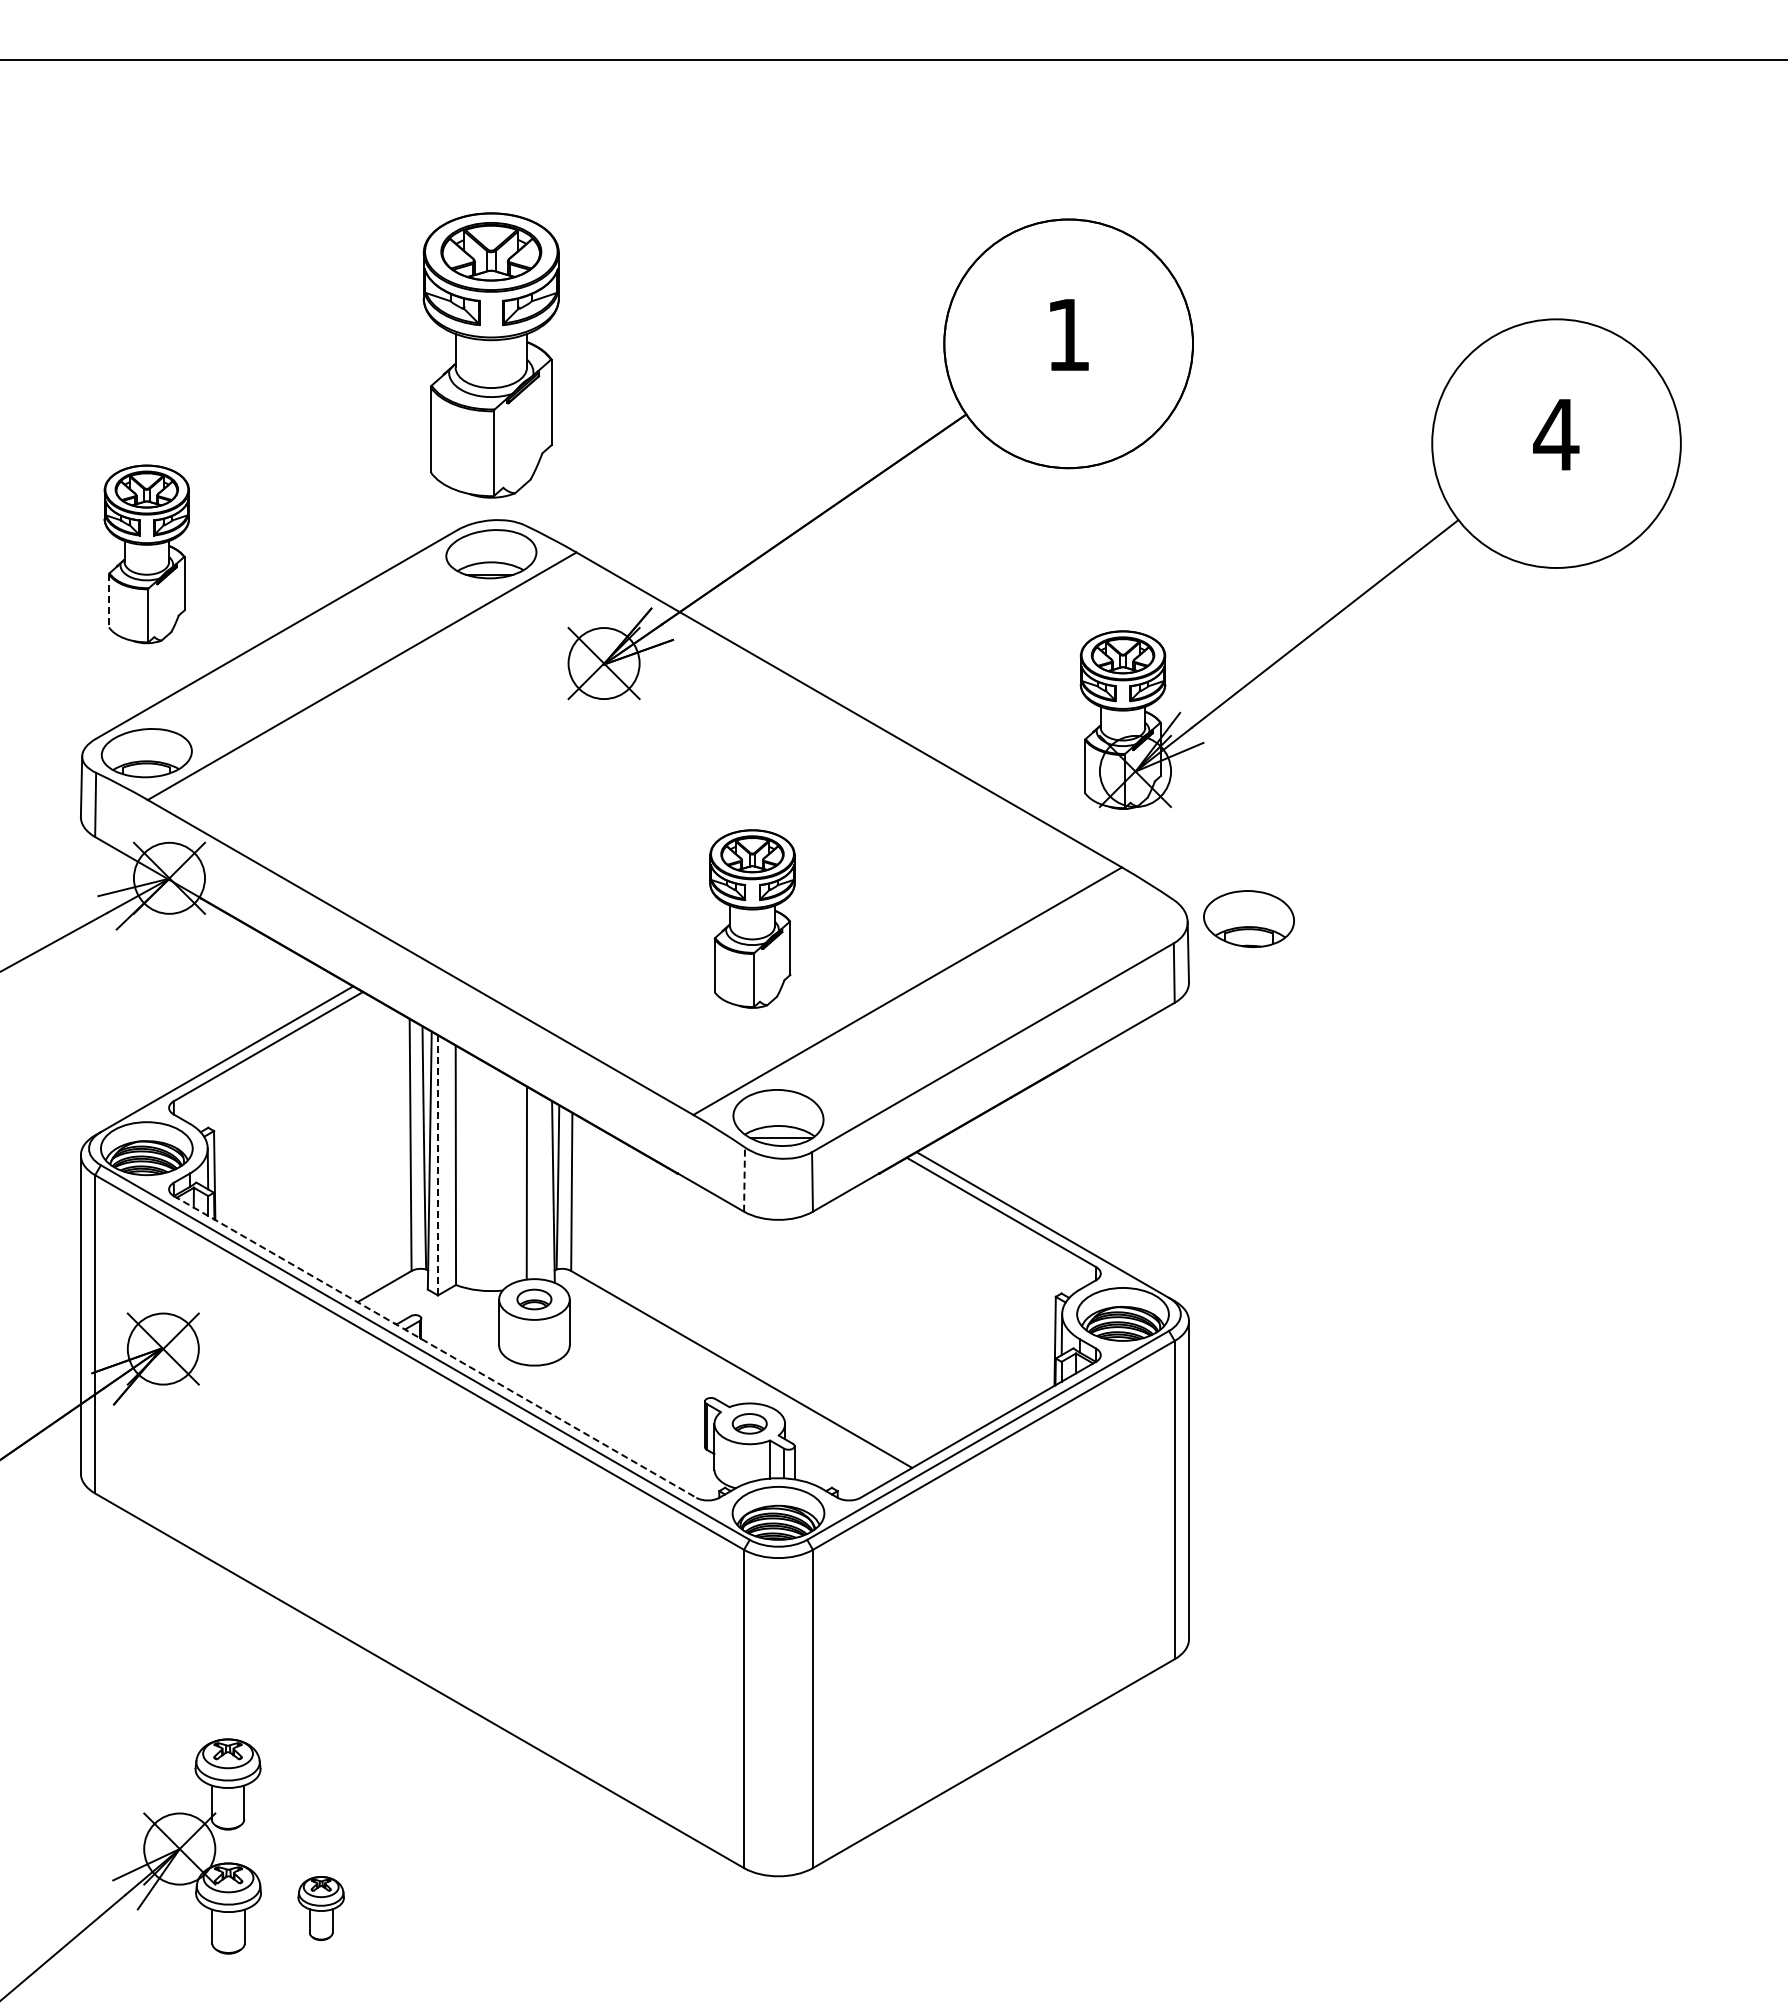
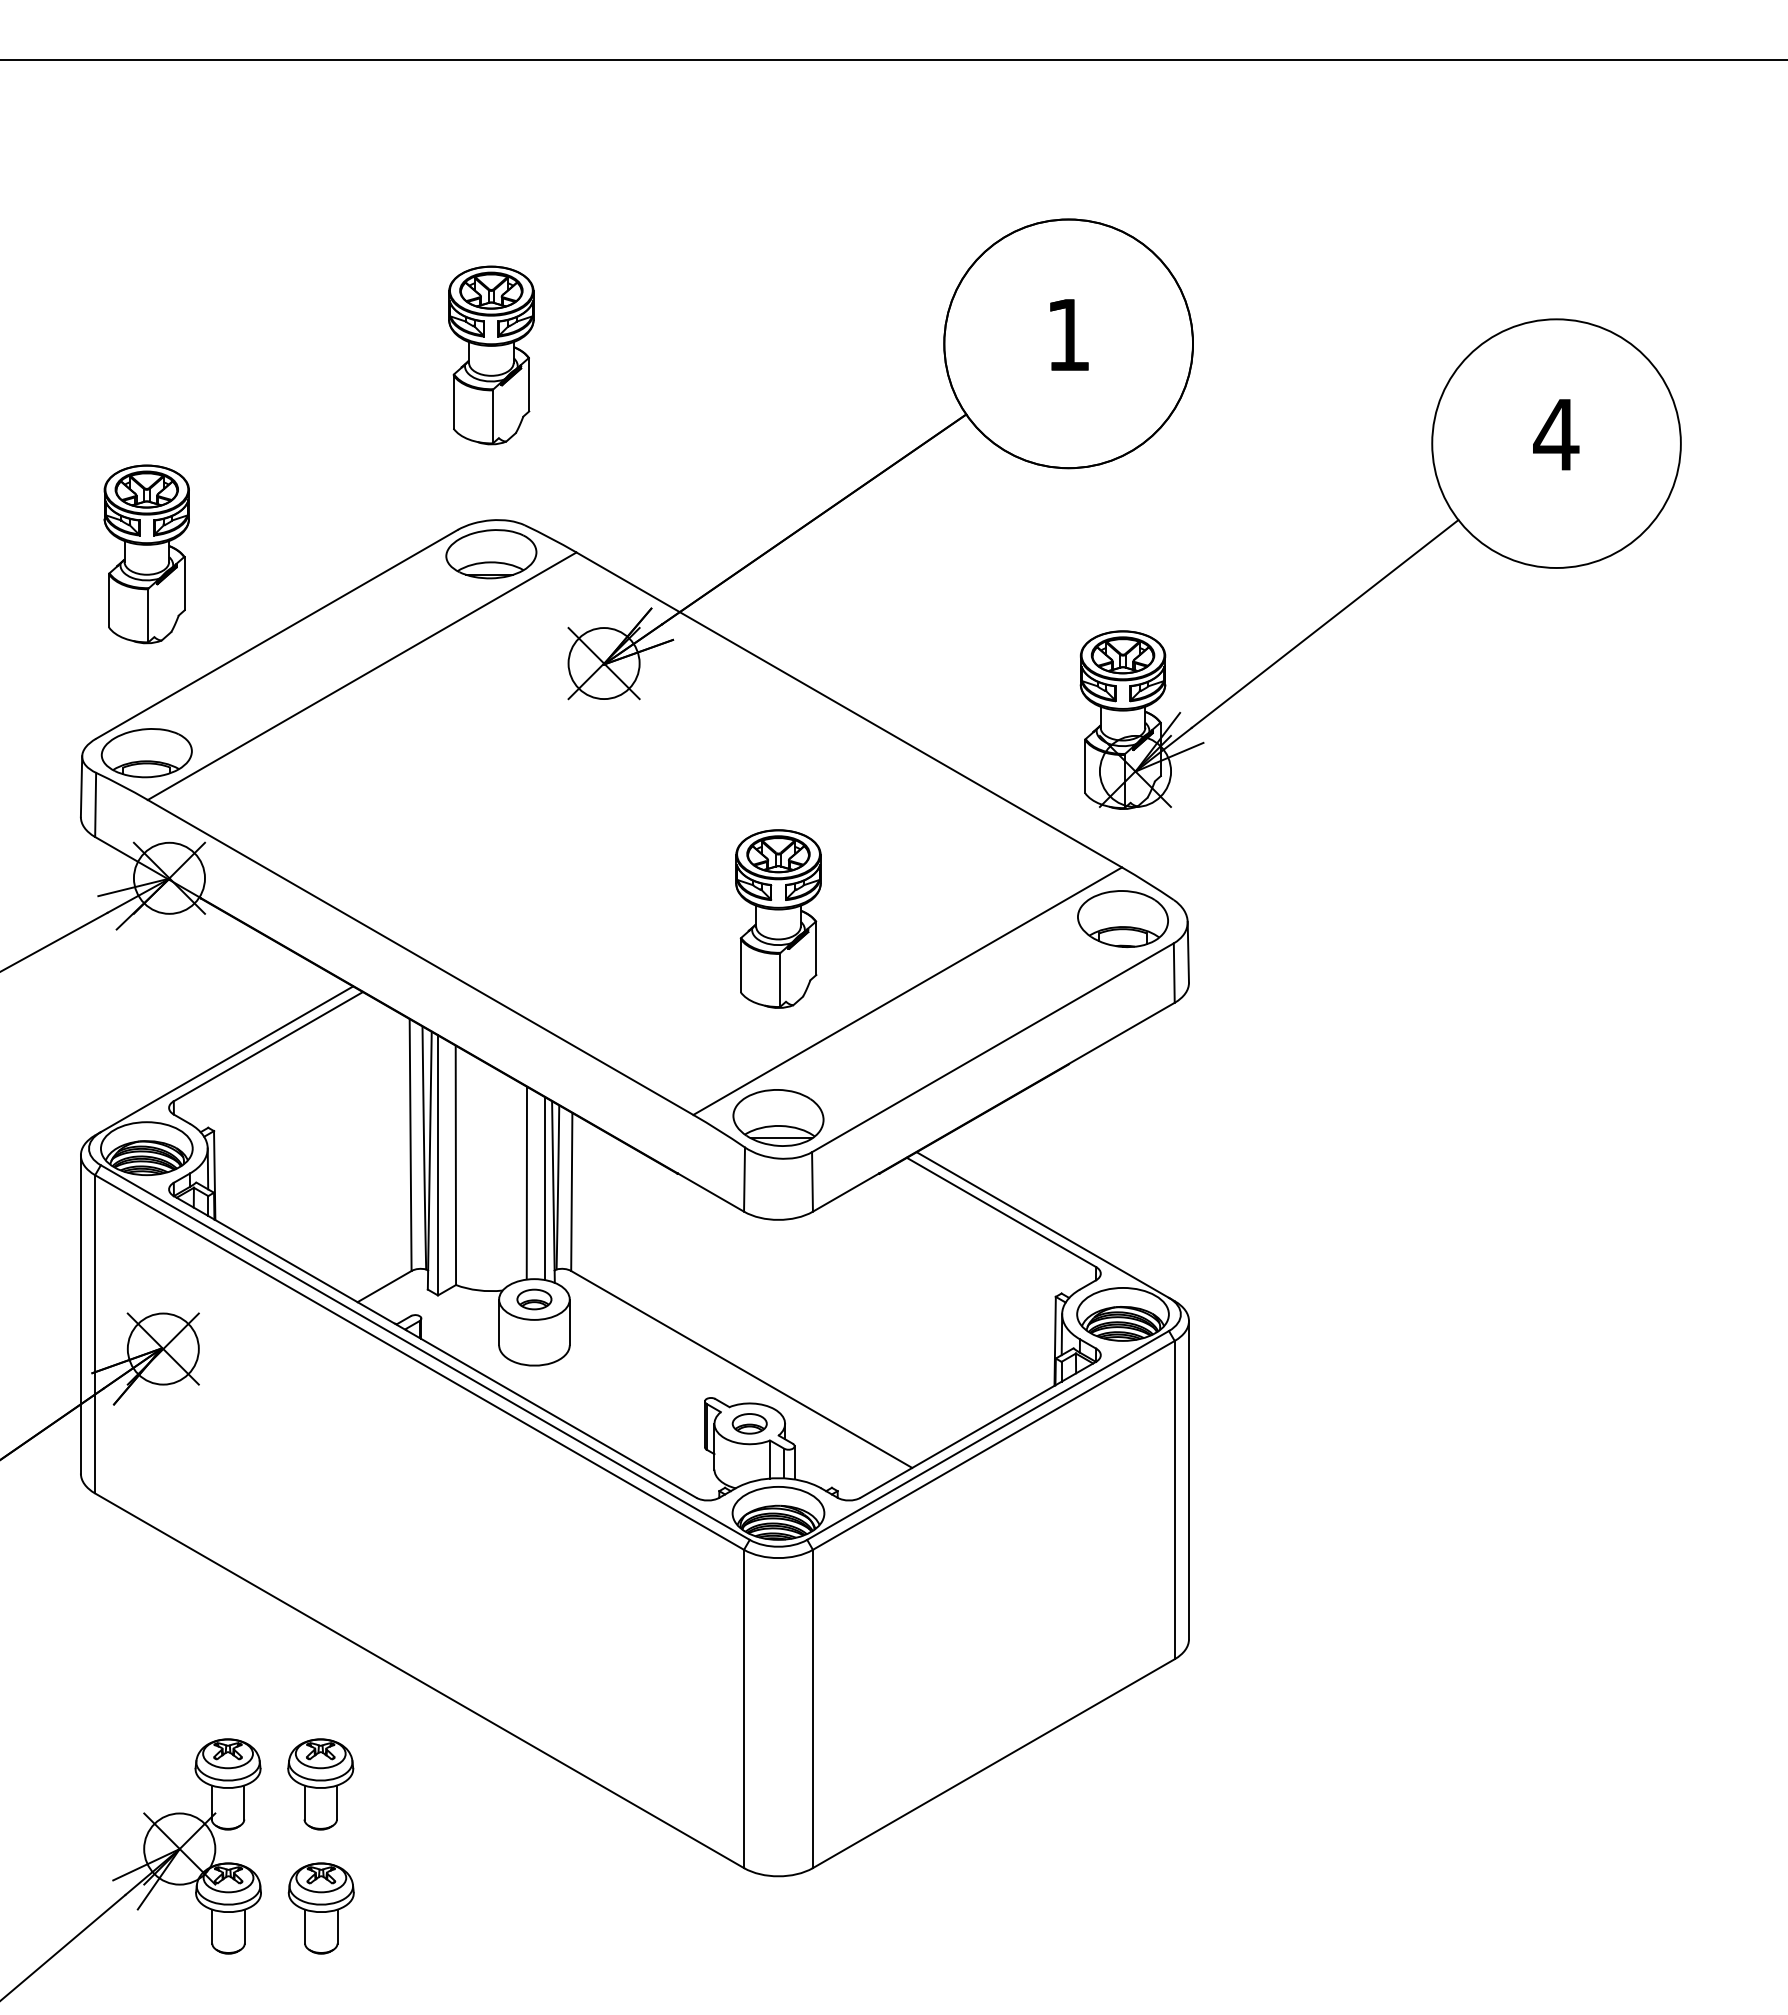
part at (490, 355) size: 138x287 px -> 87x181 px
line at (109, 600): dashed -> solid
part at (752, 918) position: (752, 918) -> (778, 918)
part at (1248, 918) position: (1248, 918) -> (1122, 918)
line at (437, 1165): dashed -> solid
line at (744, 1179): dashed -> solid
line at (544, 1188): none -> present
line at (435, 1346): dashed -> solid
part at (320, 1784): none -> present
part at (320, 1908) size: 48x66 px -> 68x93 px
